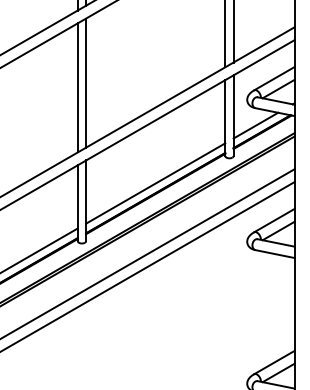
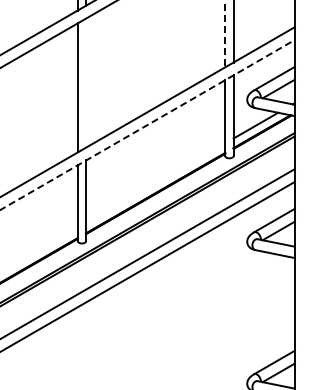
line at (225, 34): solid -> dashed
line at (86, 82): present -> none
line at (147, 125): solid -> dashed
line at (155, 183): present -> none
line at (39, 250): present -> none
